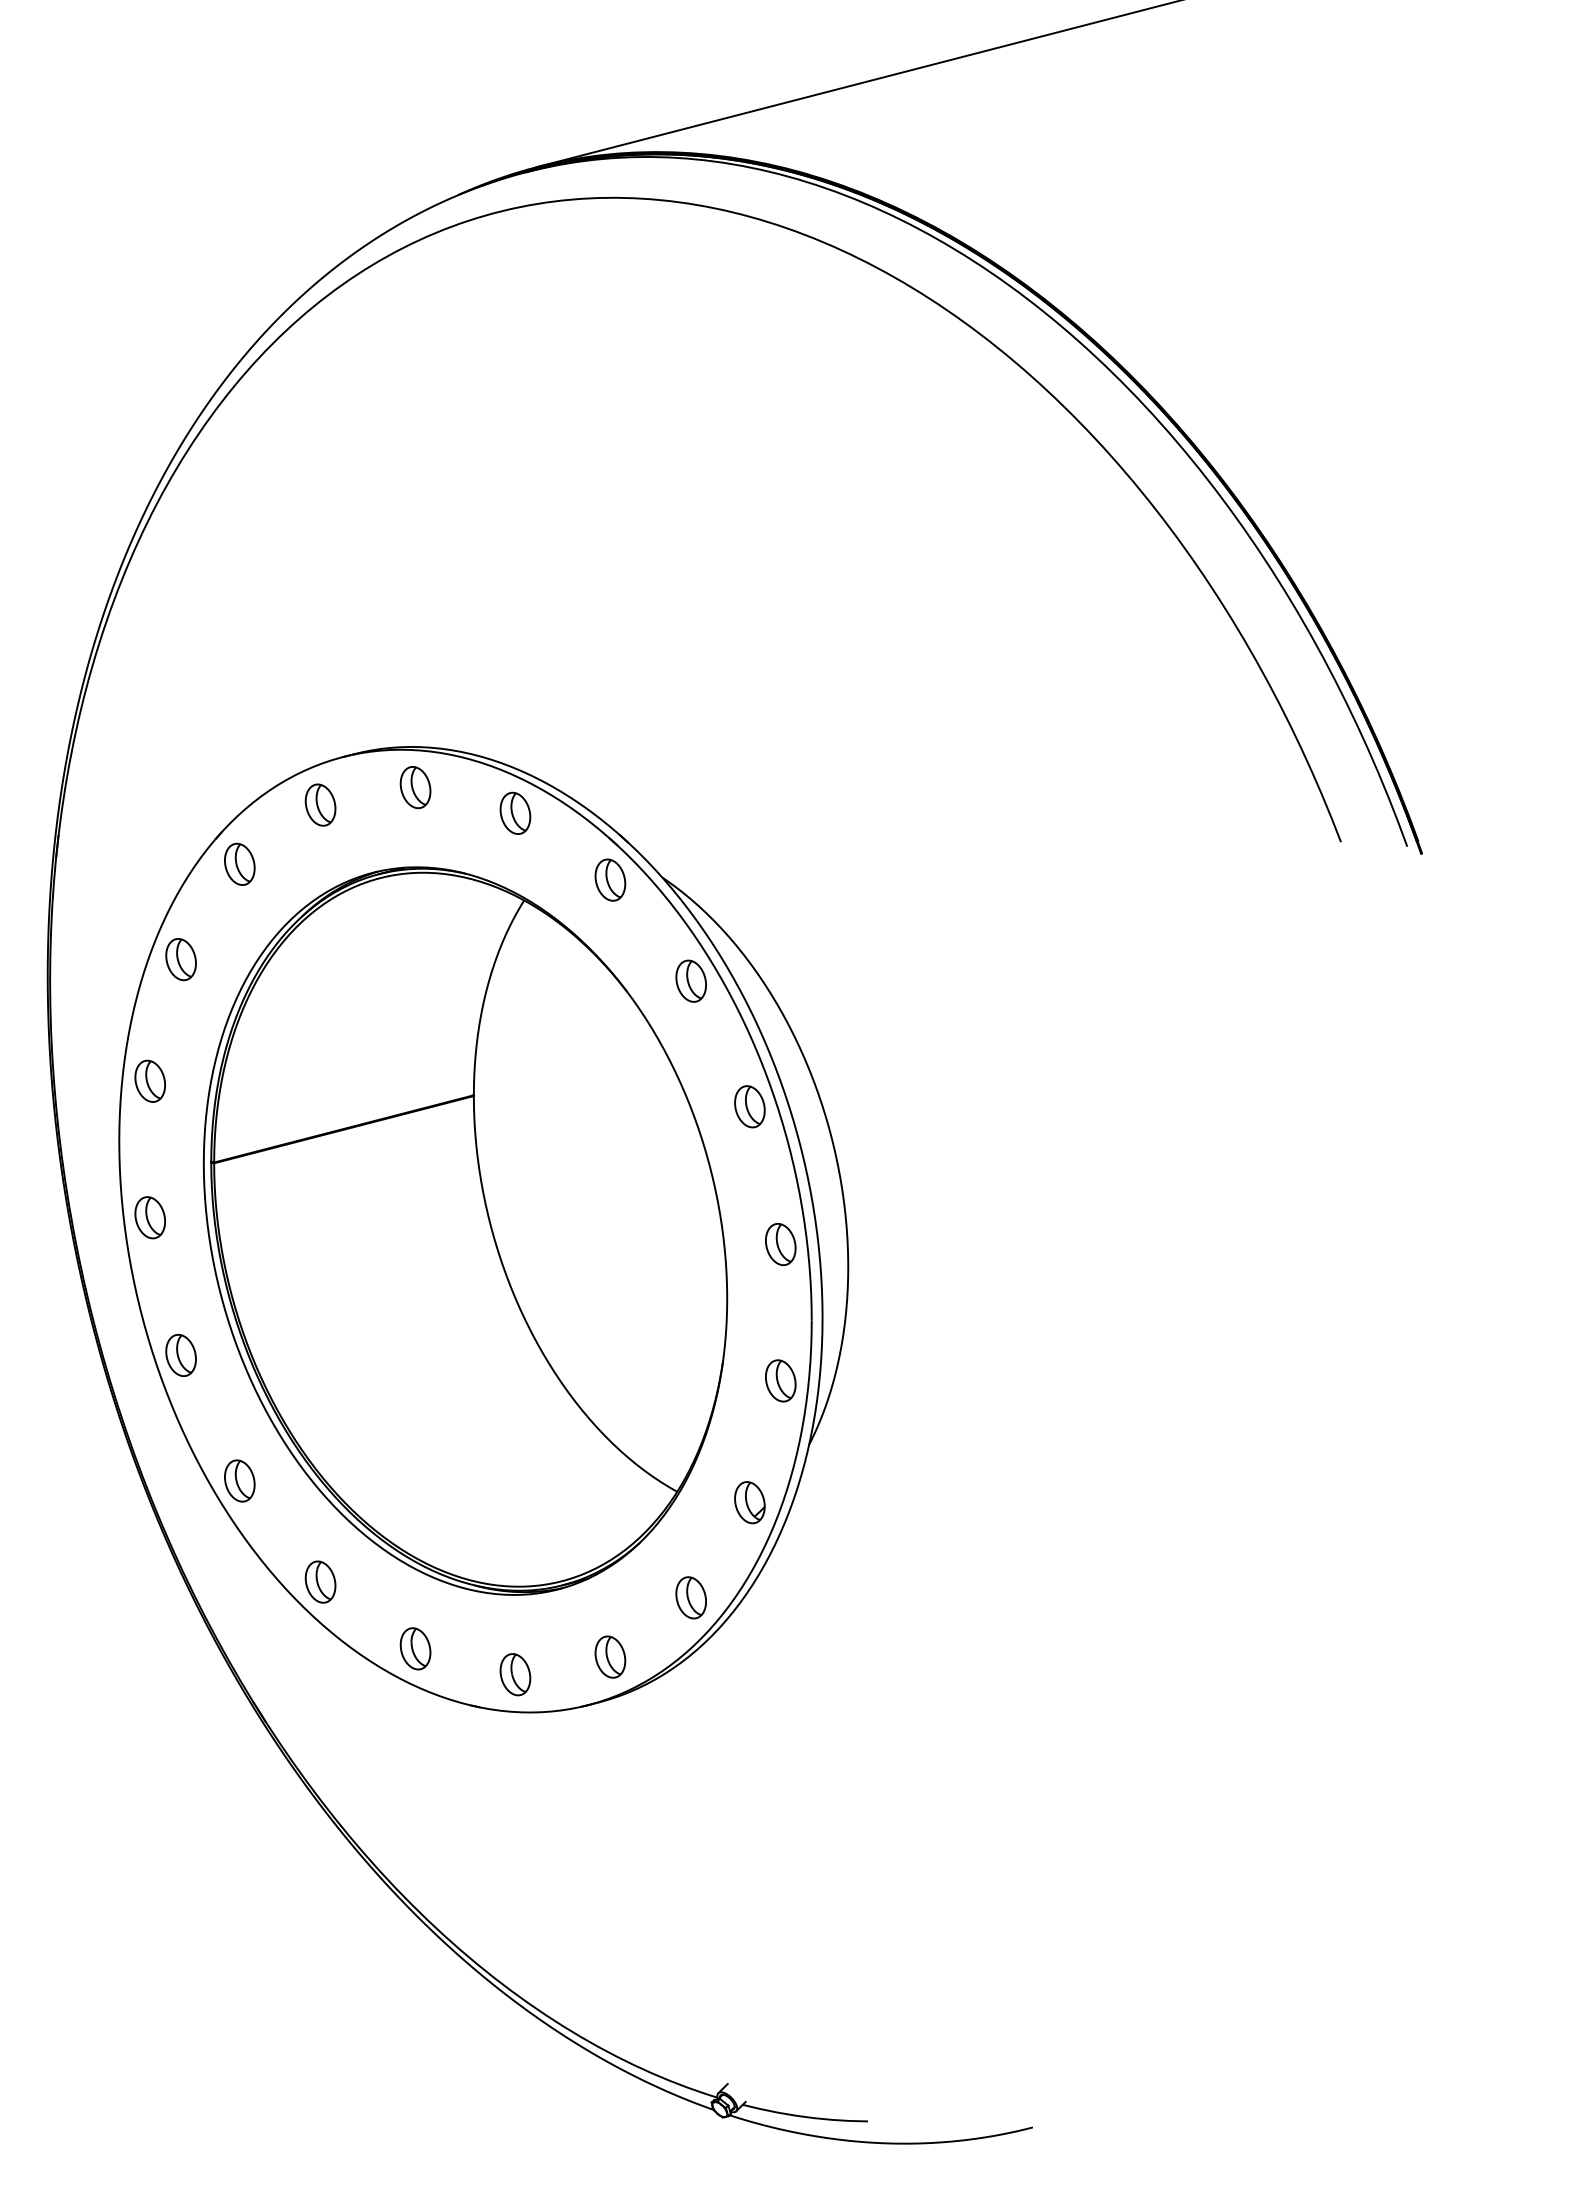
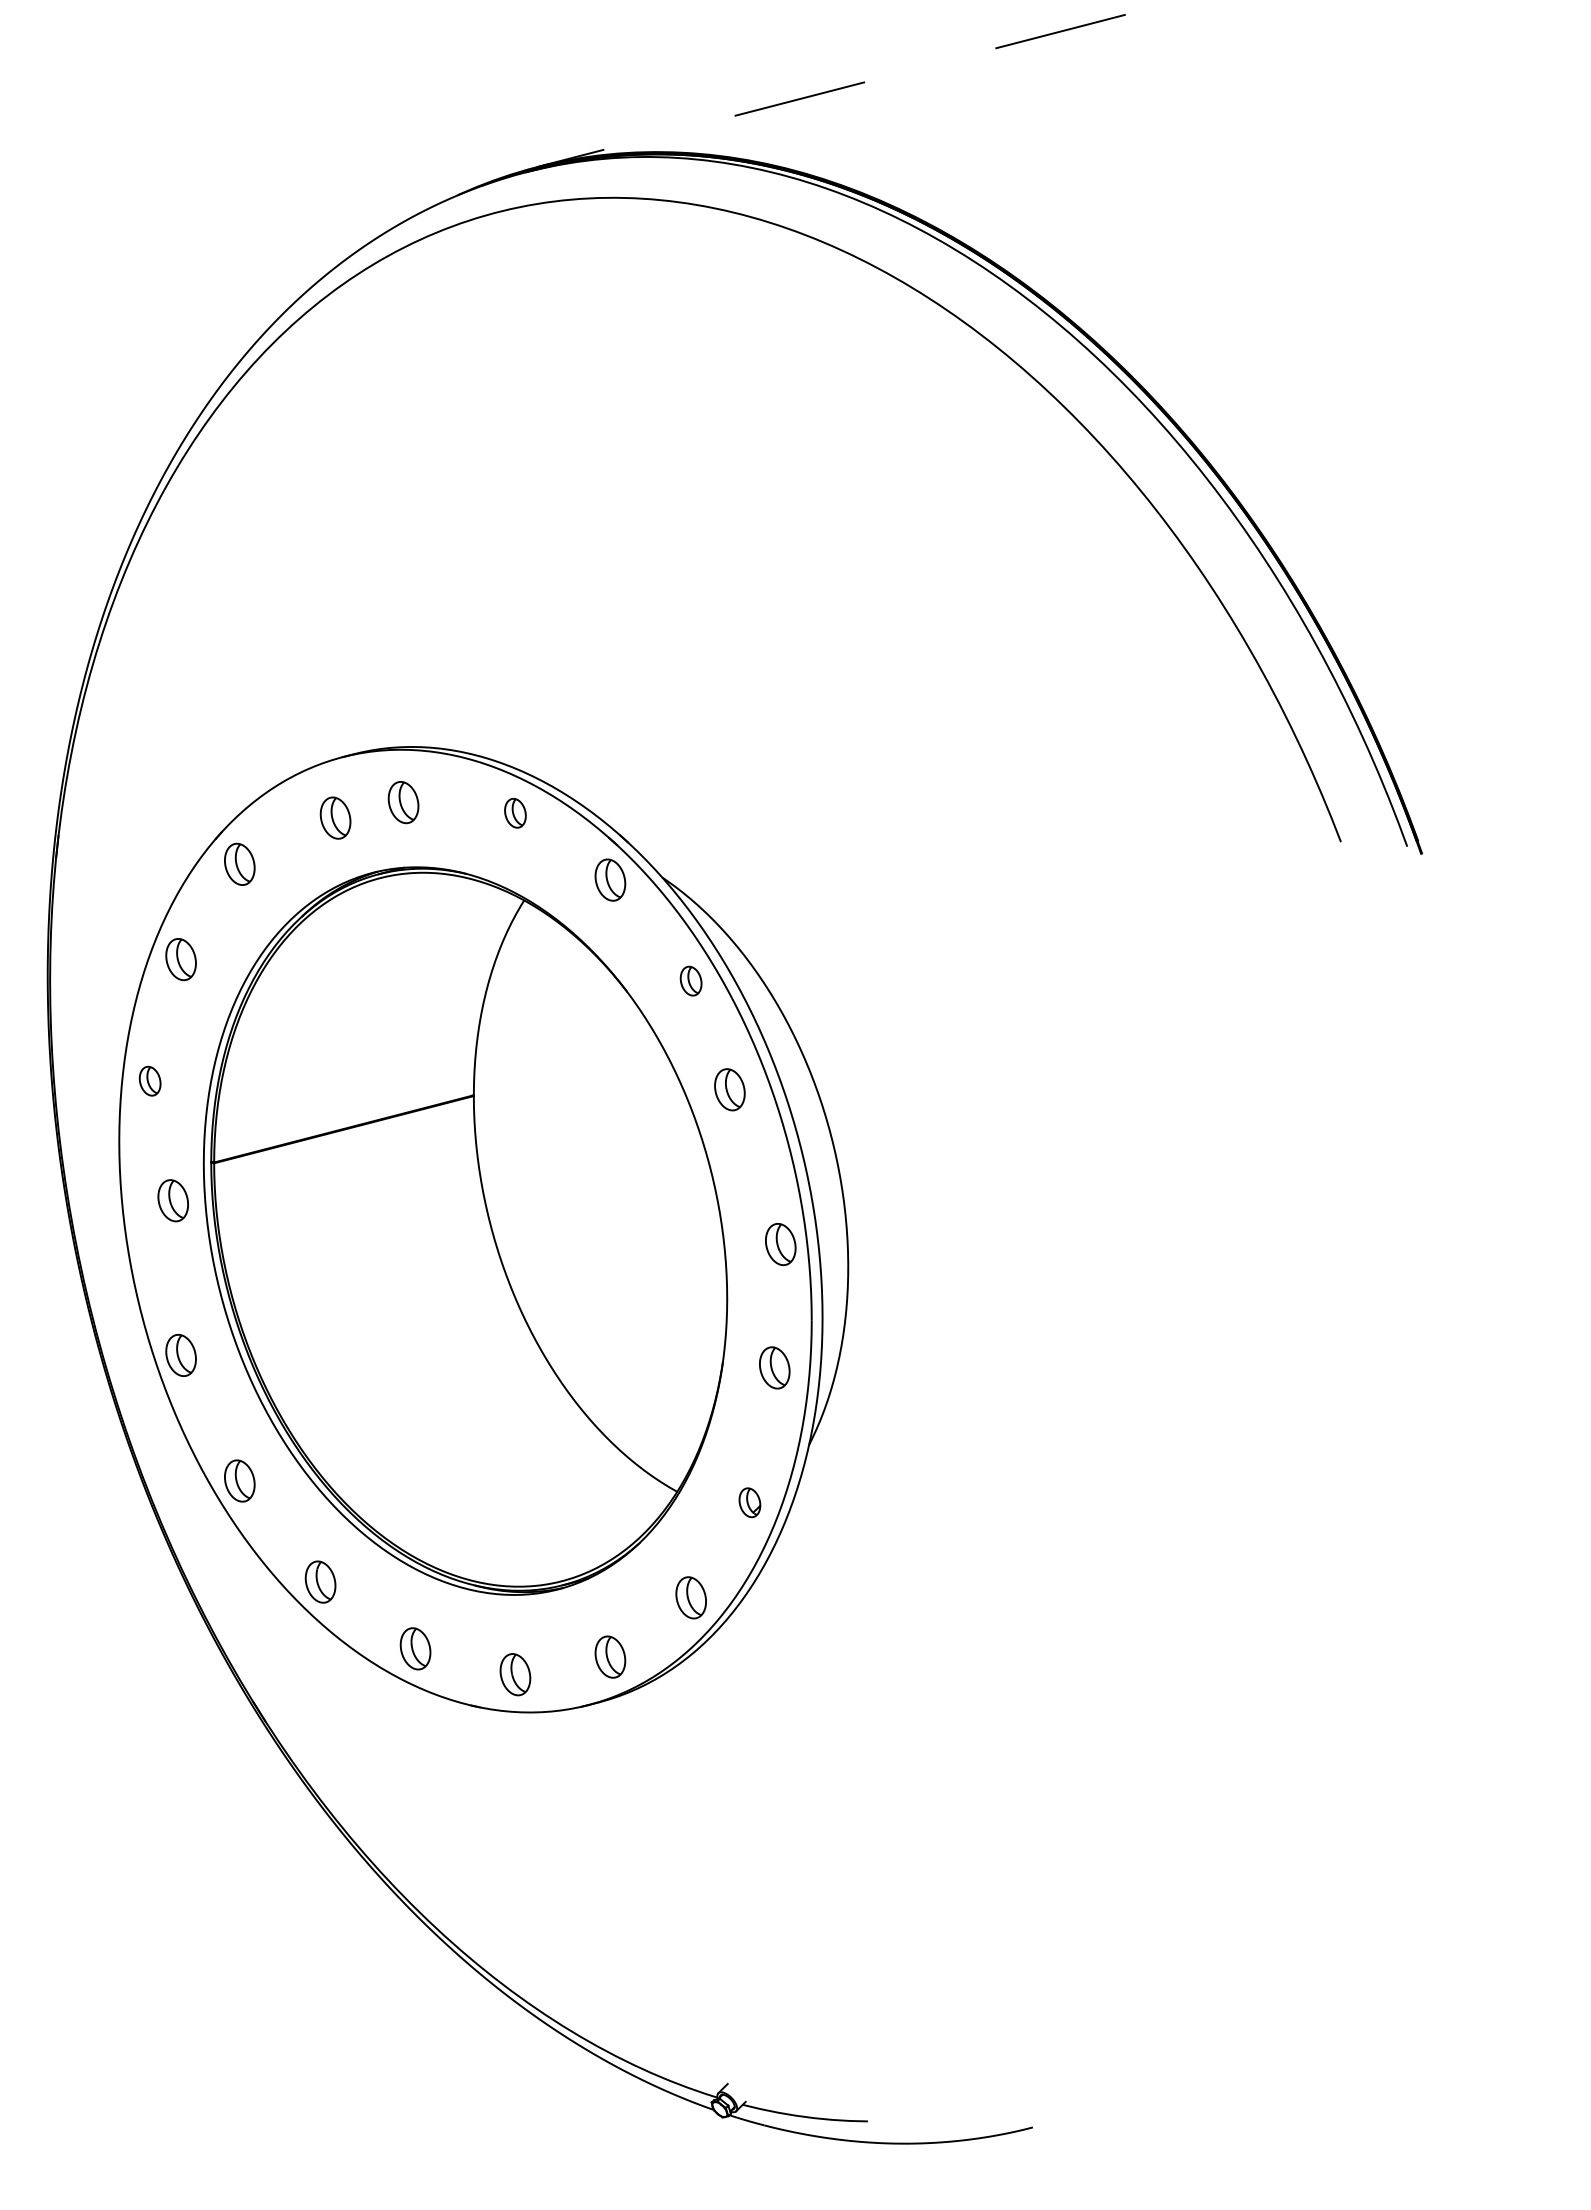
line at (858, 83): solid -> dashed
part at (415, 787) position: (415, 787) -> (403, 802)
part at (320, 804) position: (320, 804) -> (335, 817)
part at (515, 812) size: 33x44 px -> 23x31 px
part at (690, 980) size: 32x44 px -> 24x32 px
part at (149, 1080) size: 32x44 px -> 24x32 px
part at (749, 1106) position: (749, 1106) -> (729, 1089)
part at (149, 1217) position: (149, 1217) -> (172, 1200)
part at (780, 1380) position: (780, 1380) -> (774, 1367)
part at (749, 1502) size: 32x44 px -> 24x32 px
